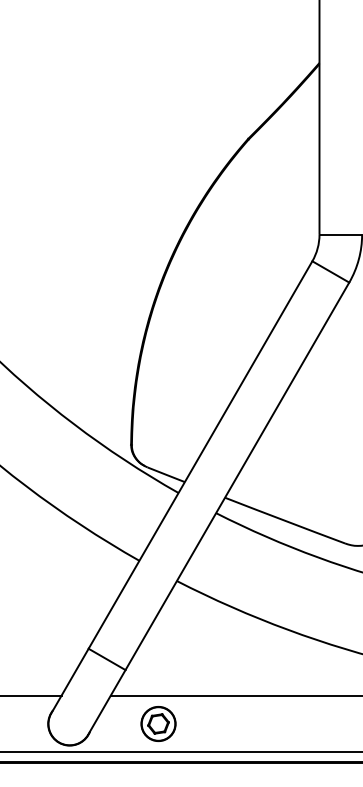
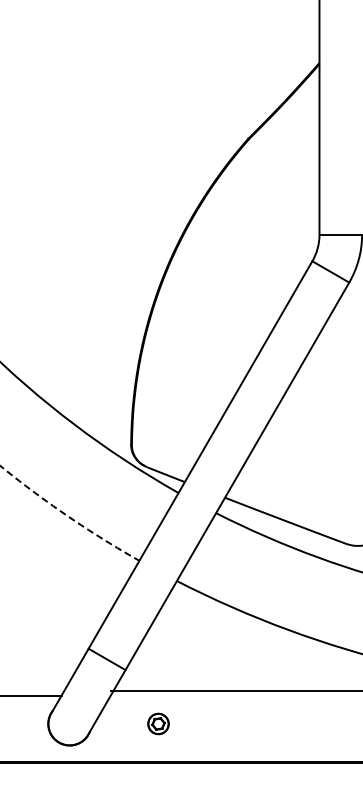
arc at (68, 516): solid -> dashed
line at (234, 695) position: (234, 695) -> (234, 690)
part at (158, 723) size: 37x36 px -> 23x24 px
line at (180, 752): present -> none
